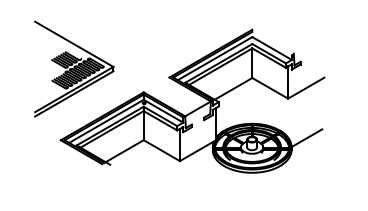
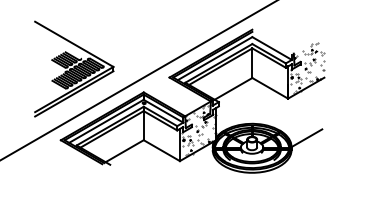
hatch at (307, 67): none -> present
line at (138, 80): none -> present
hatch at (198, 130): none -> present
